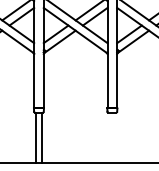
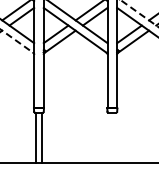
line at (139, 13): solid -> dashed
line at (17, 41): solid -> dashed
